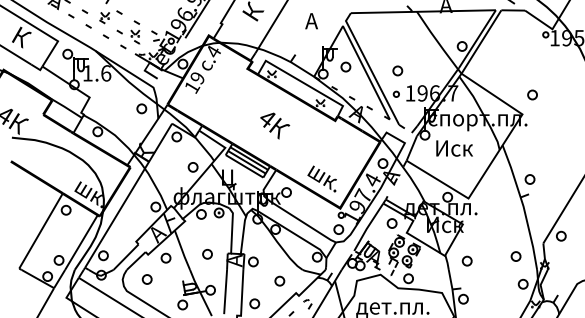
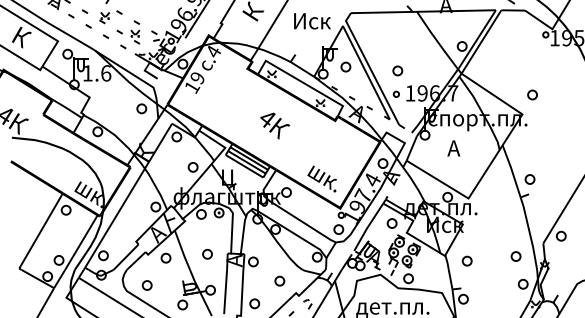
text at (312, 21): А -> Иск
text at (454, 148): Иск -> А
part at (146, 279) position: (146, 279) -> (146, 285)
